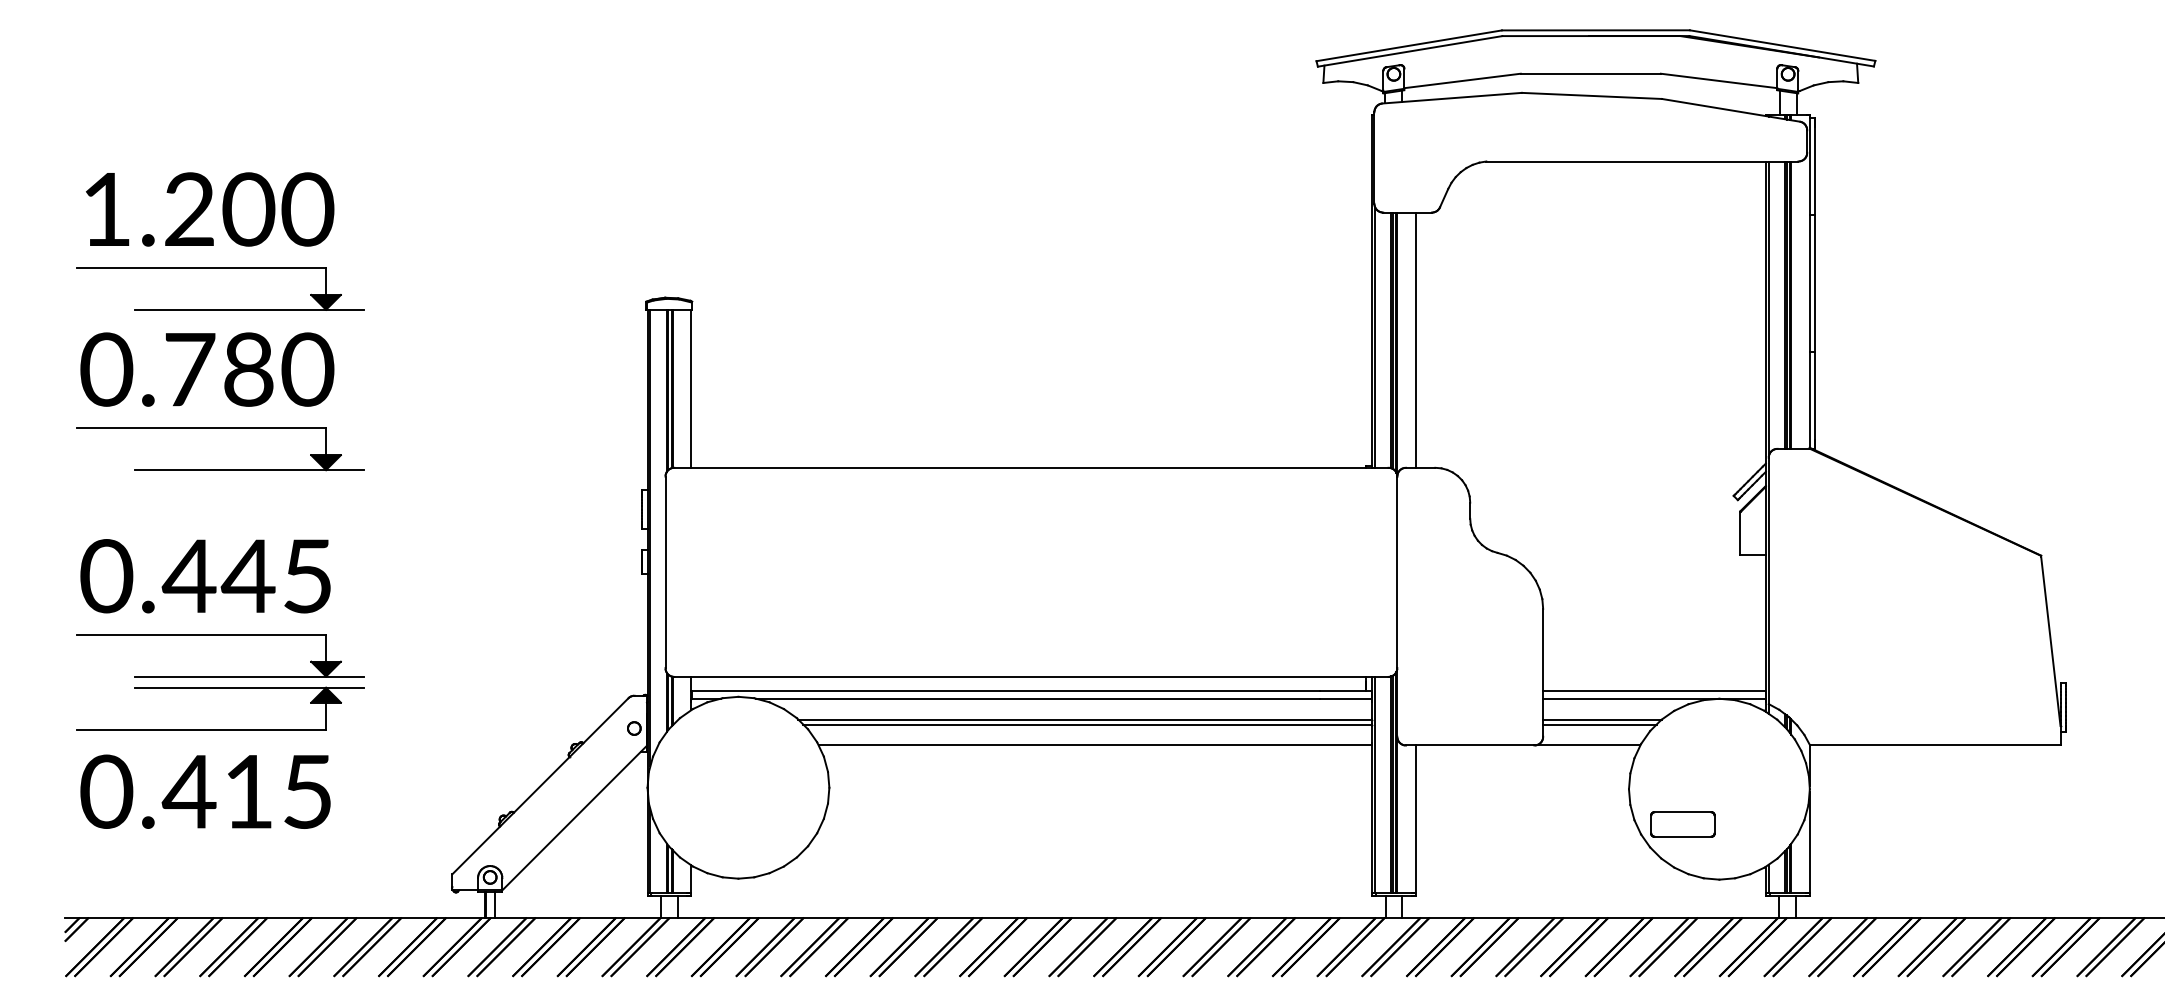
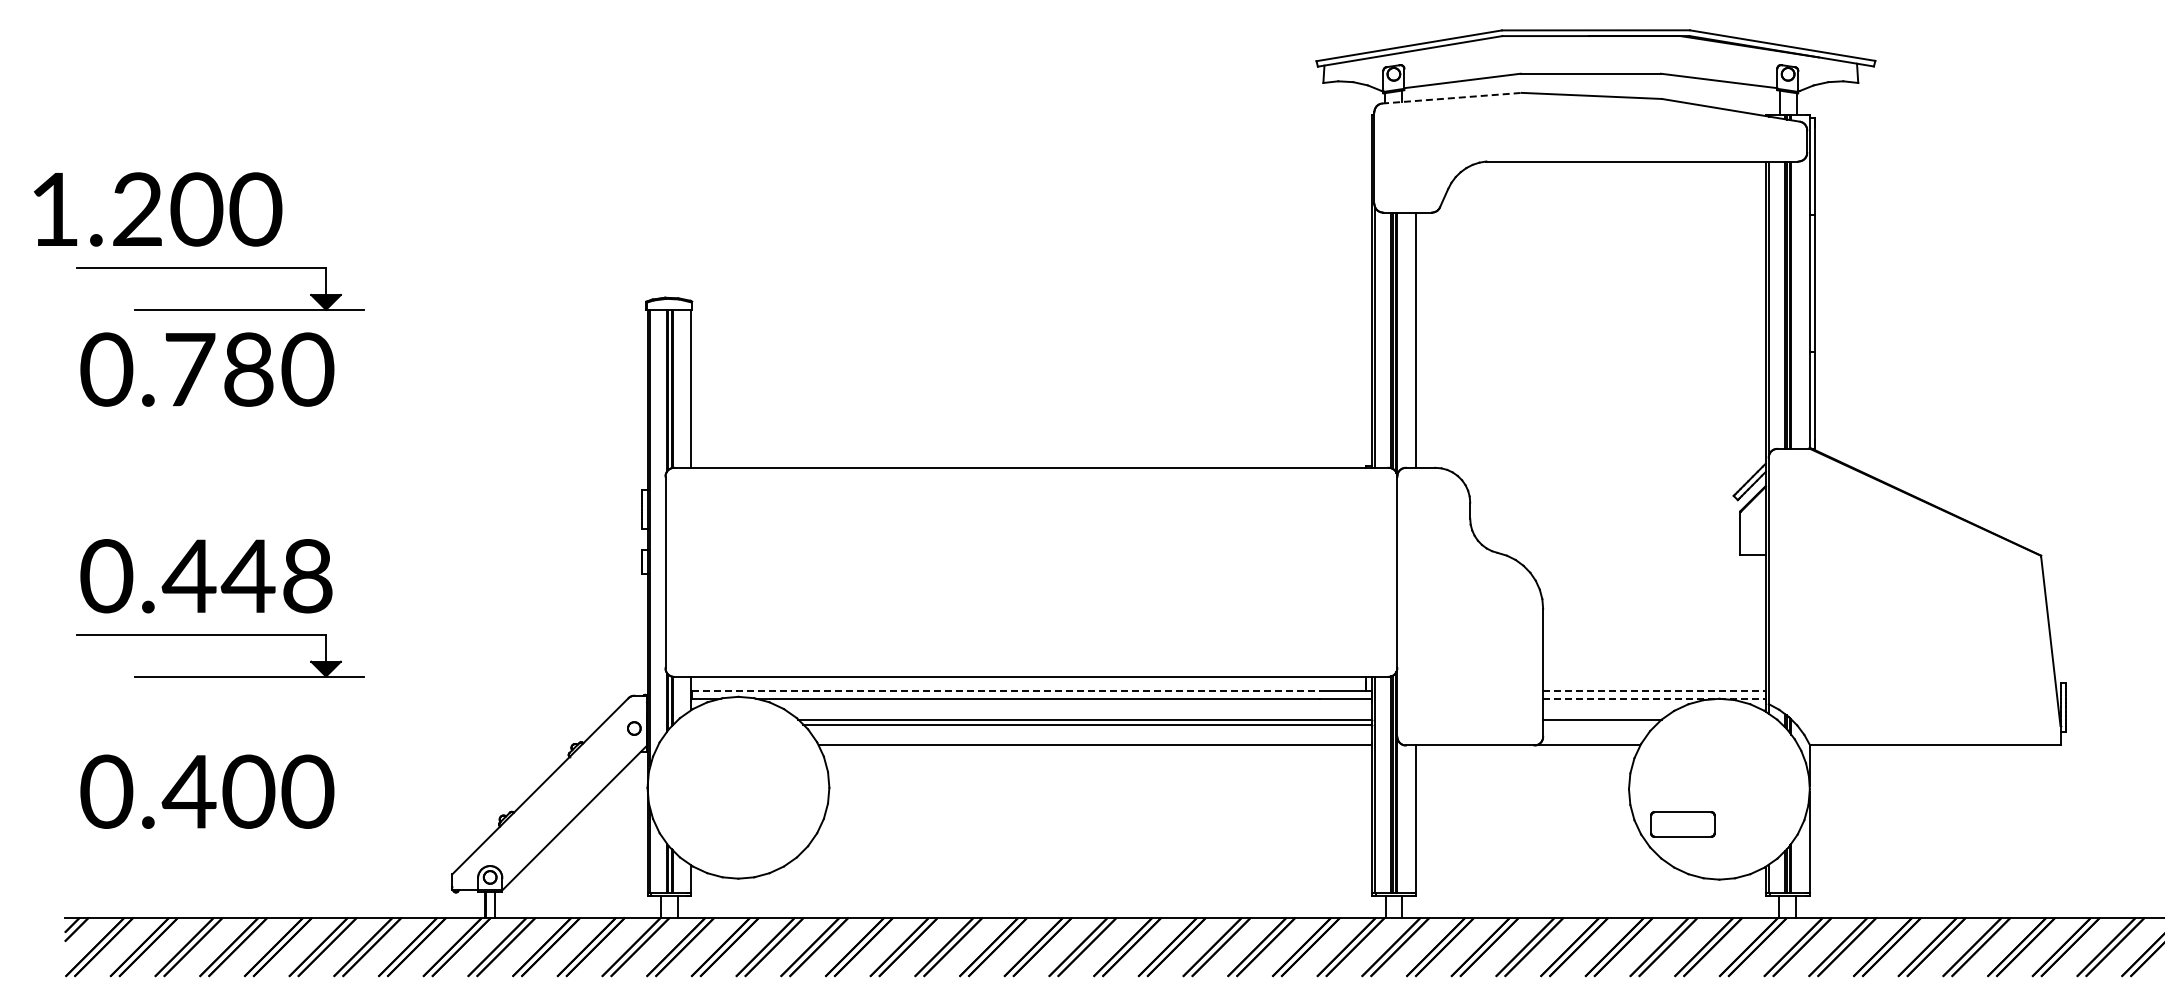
line at (1452, 98): solid -> dashed
text at (210, 209) position: (210, 209) -> (158, 209)
part at (220, 469): present -> none
text at (307, 576): 0.445 -> 0.448
part at (220, 688): present -> none
line at (1006, 691): solid -> dashed
line at (1654, 691): solid -> dashed
line at (1654, 698): solid -> dashed
line at (1599, 724): present -> none
text at (278, 791): 0.415 -> 0.400
